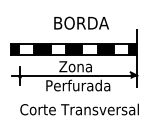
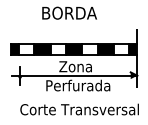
text at (81, 22) position: (81, 22) -> (69, 12)
